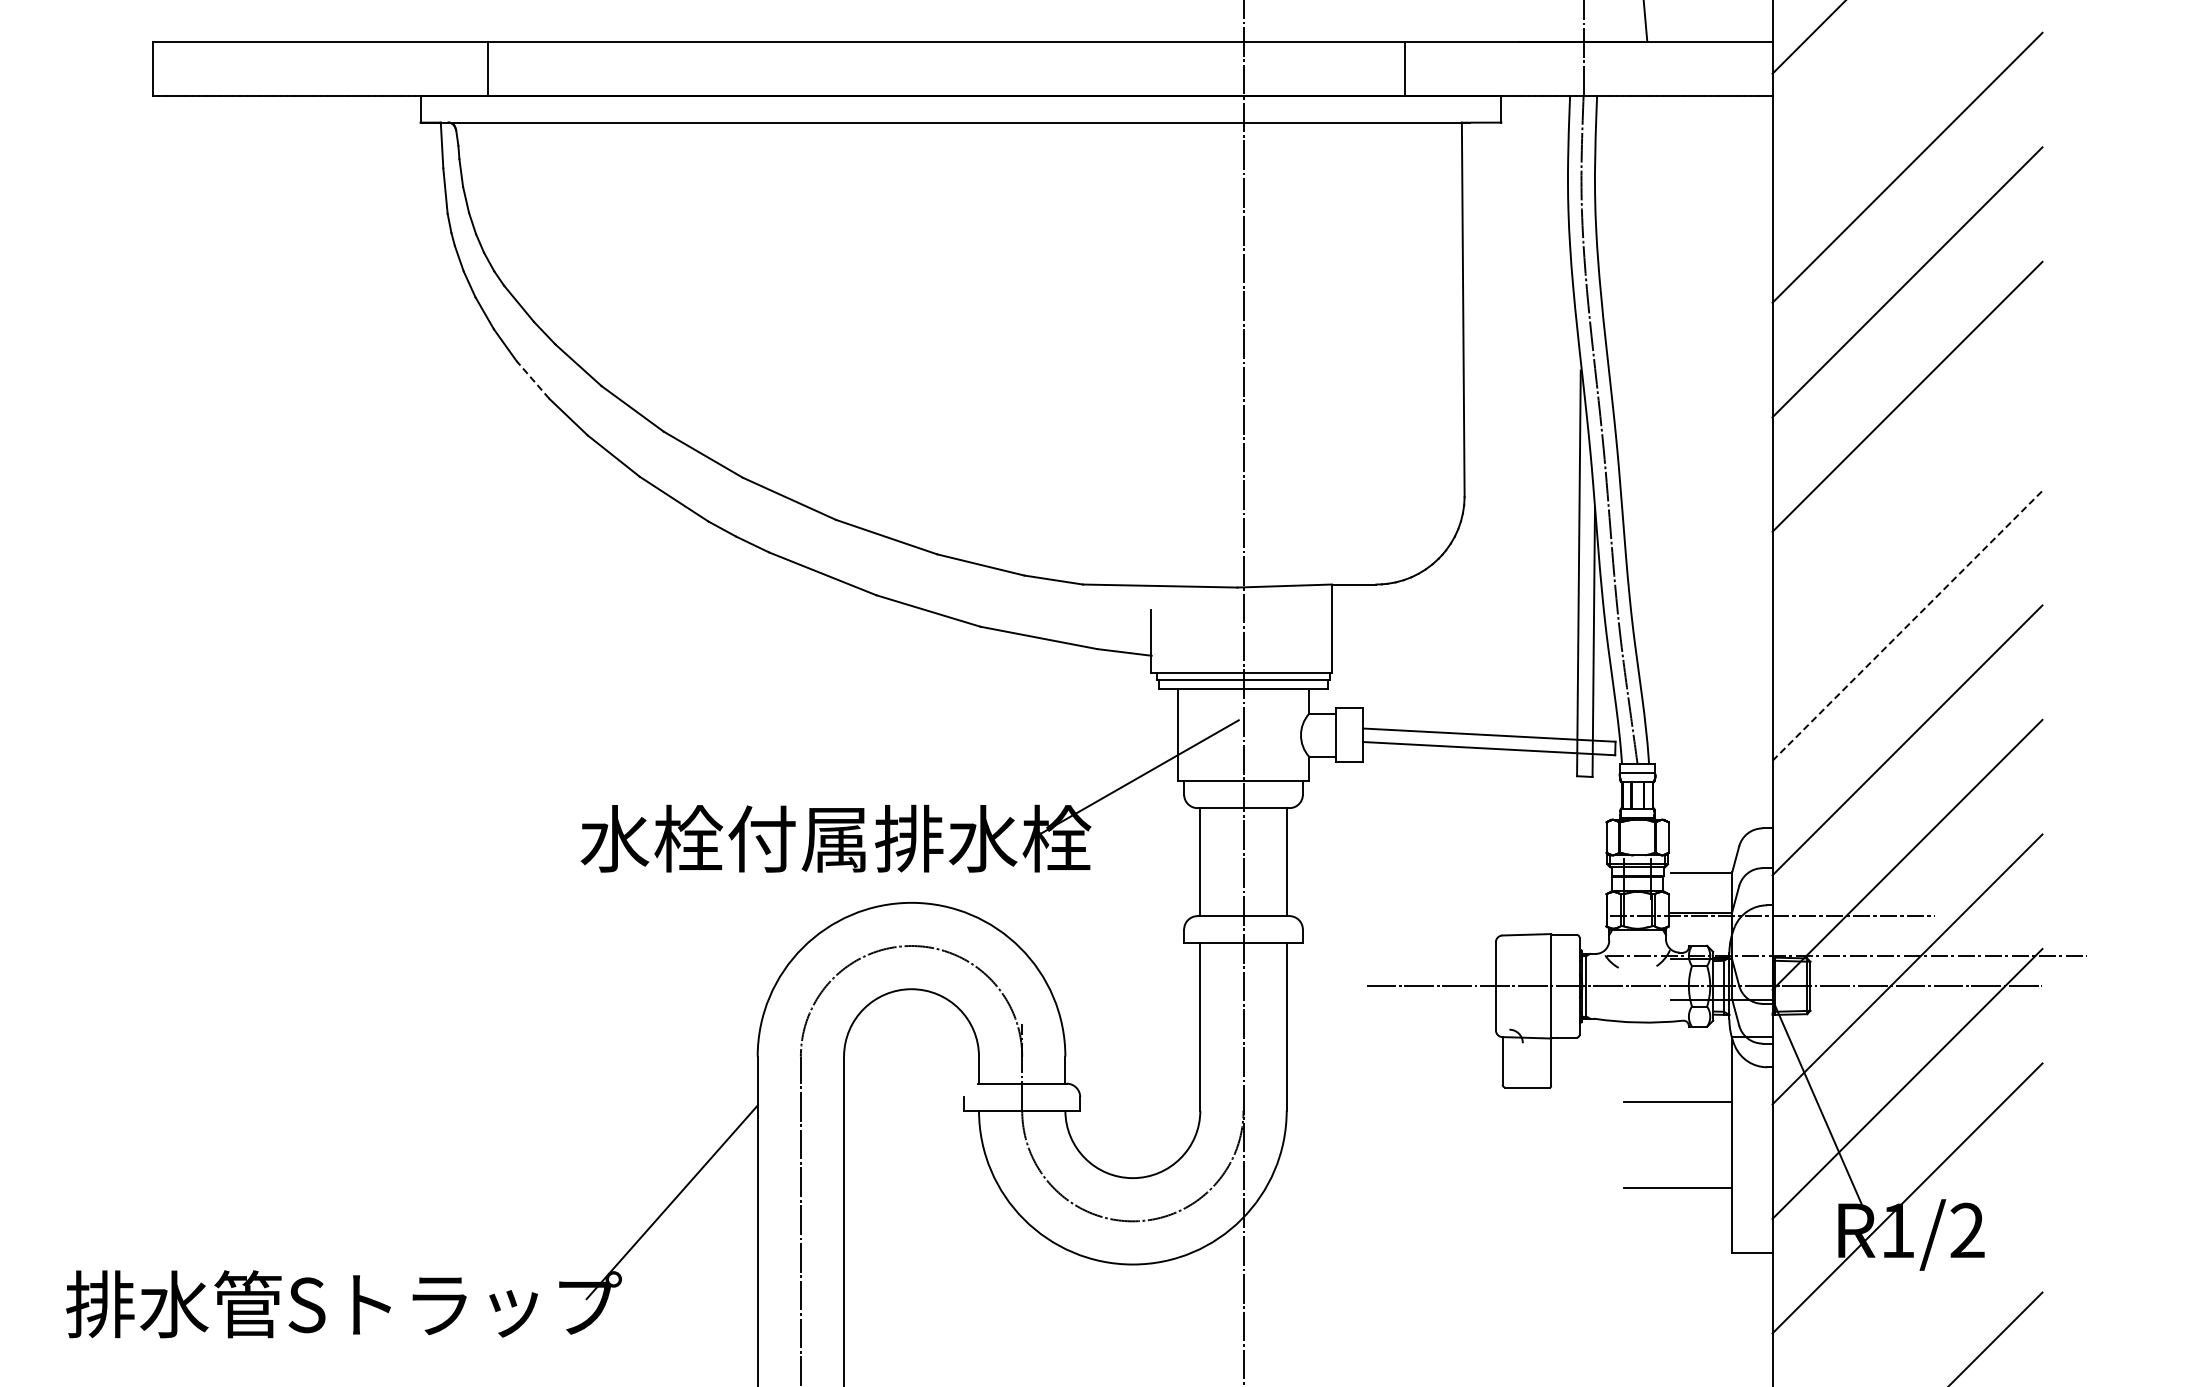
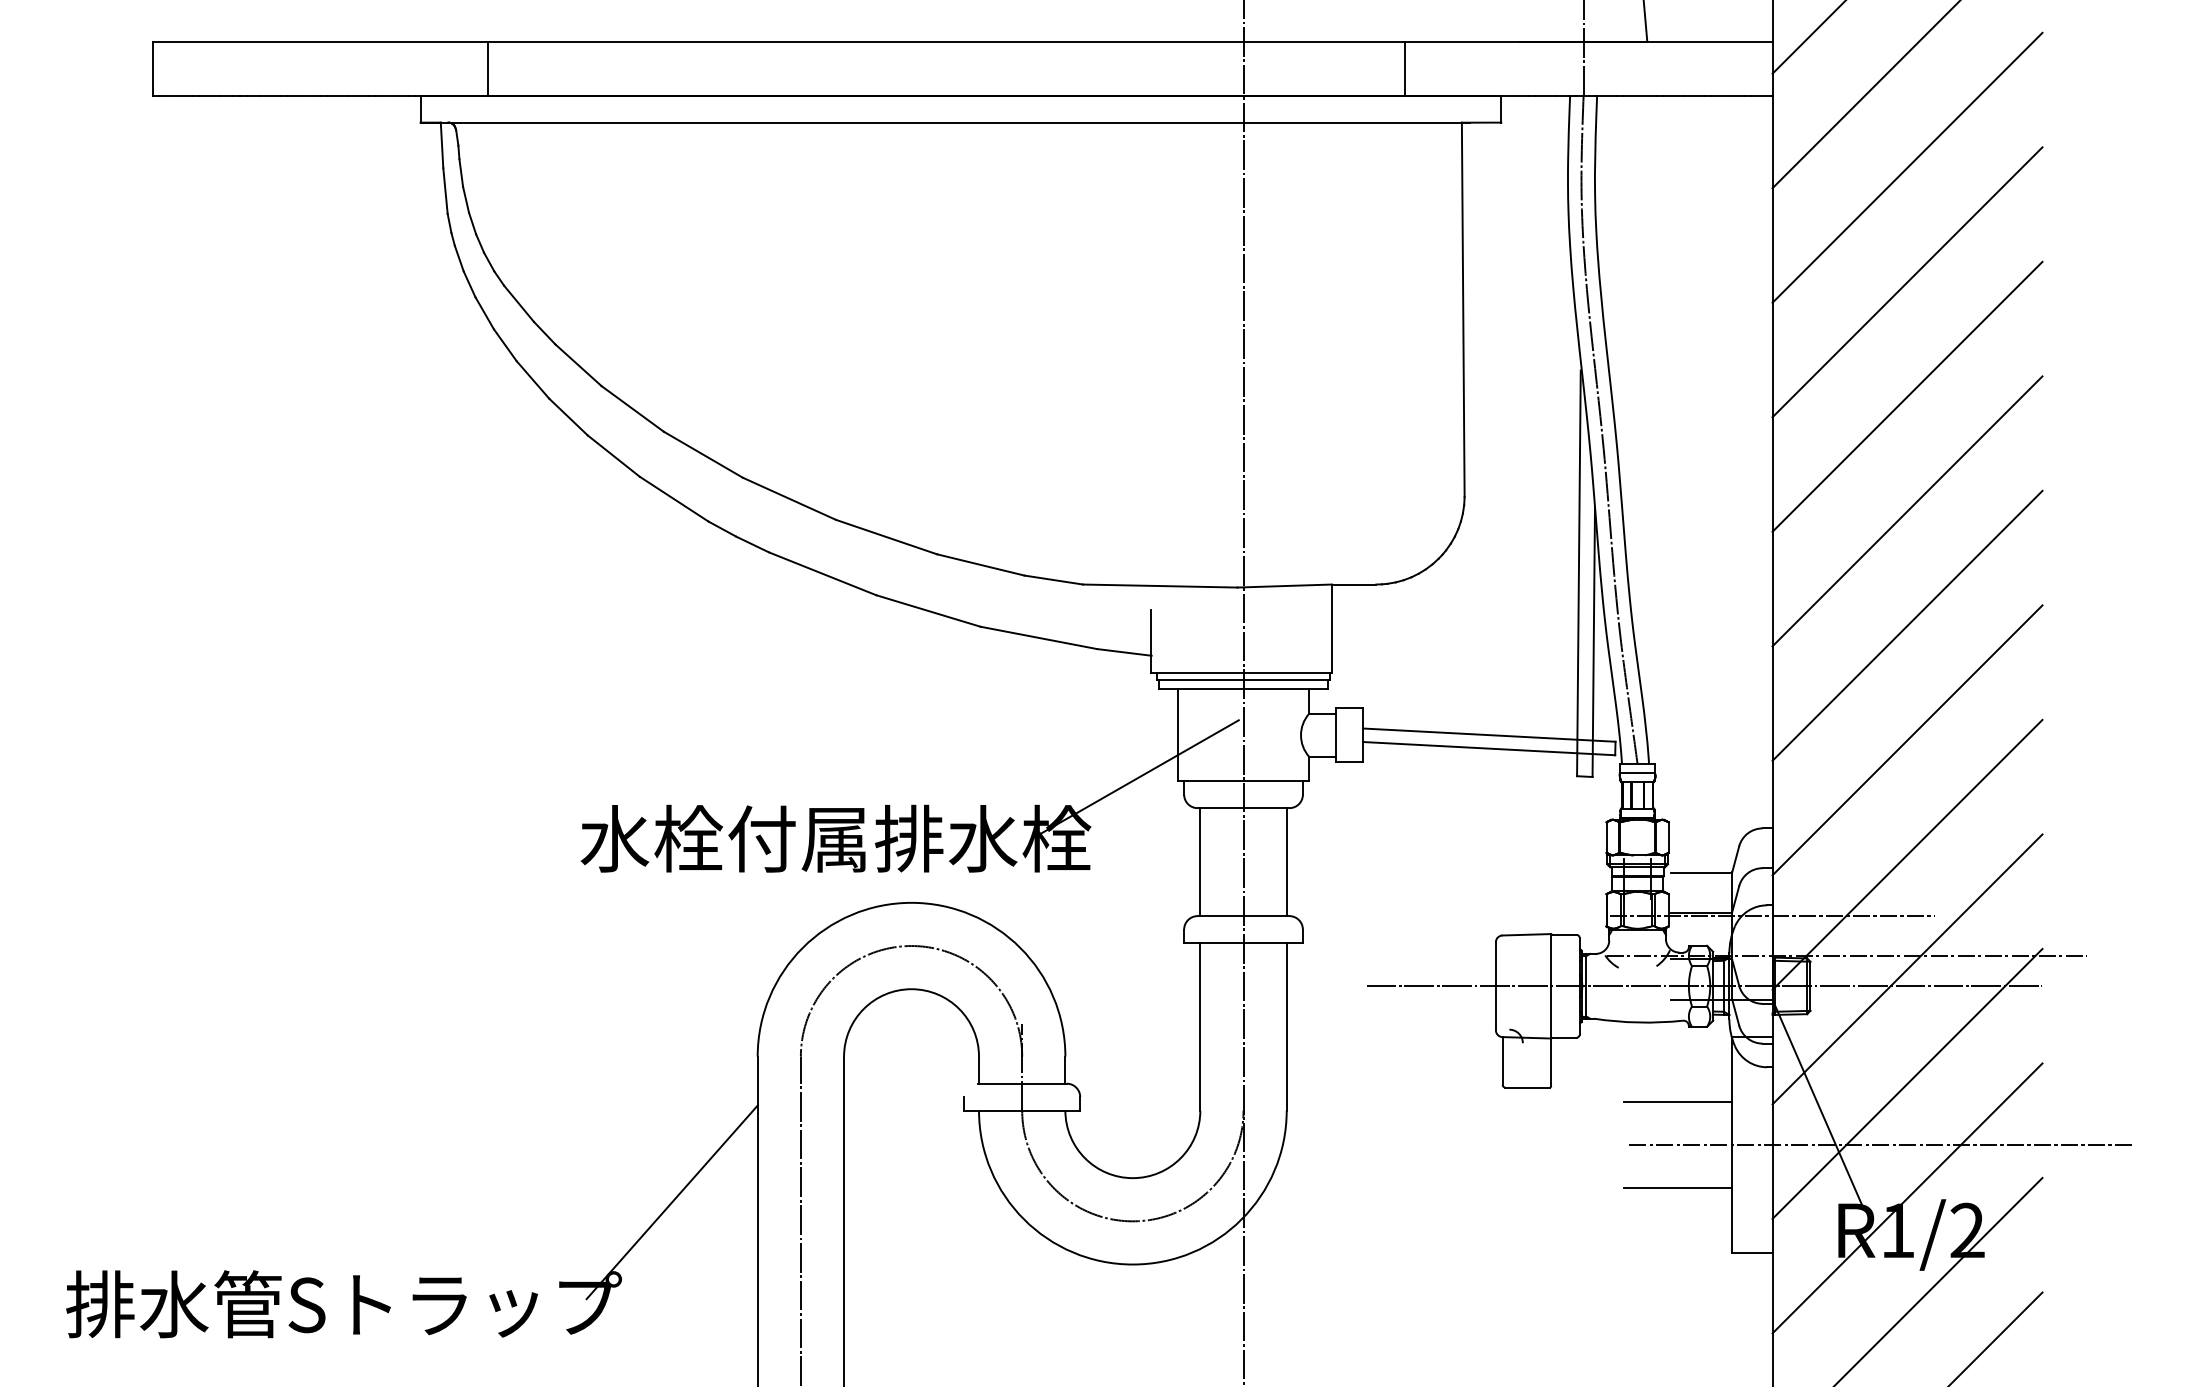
line at (1865, 95): none -> present
line at (532, 379): dashed -> solid
line at (1907, 511): none -> present
line at (1907, 625): dashed -> solid
line at (1882, 1144): none -> present
line at (1939, 1280): none -> present
